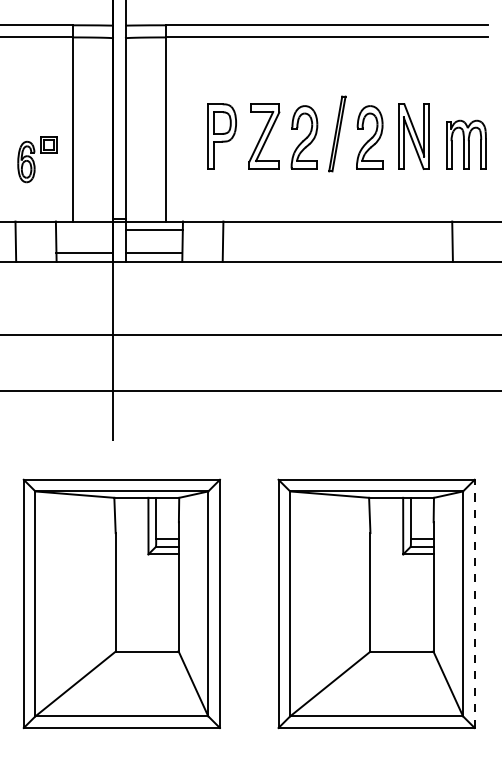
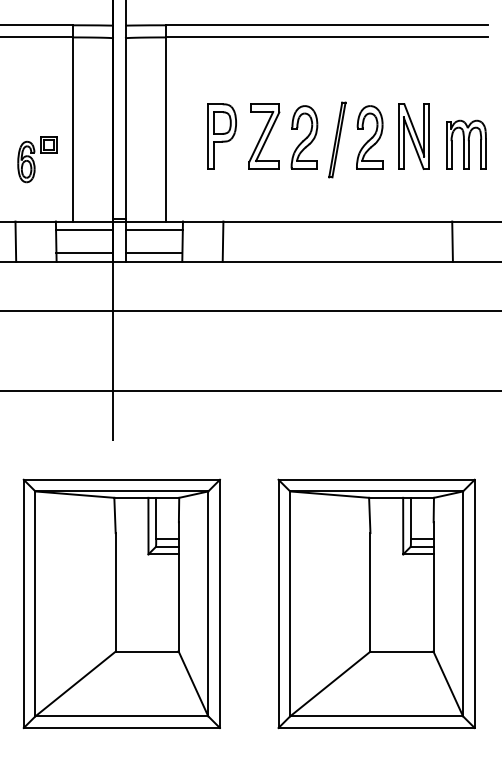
part at (337, 133) position: (337, 133) -> (337, 139)
line at (84, 230): none -> present
line at (250, 334) position: (250, 334) -> (250, 310)
line at (474, 603): dashed -> solid
